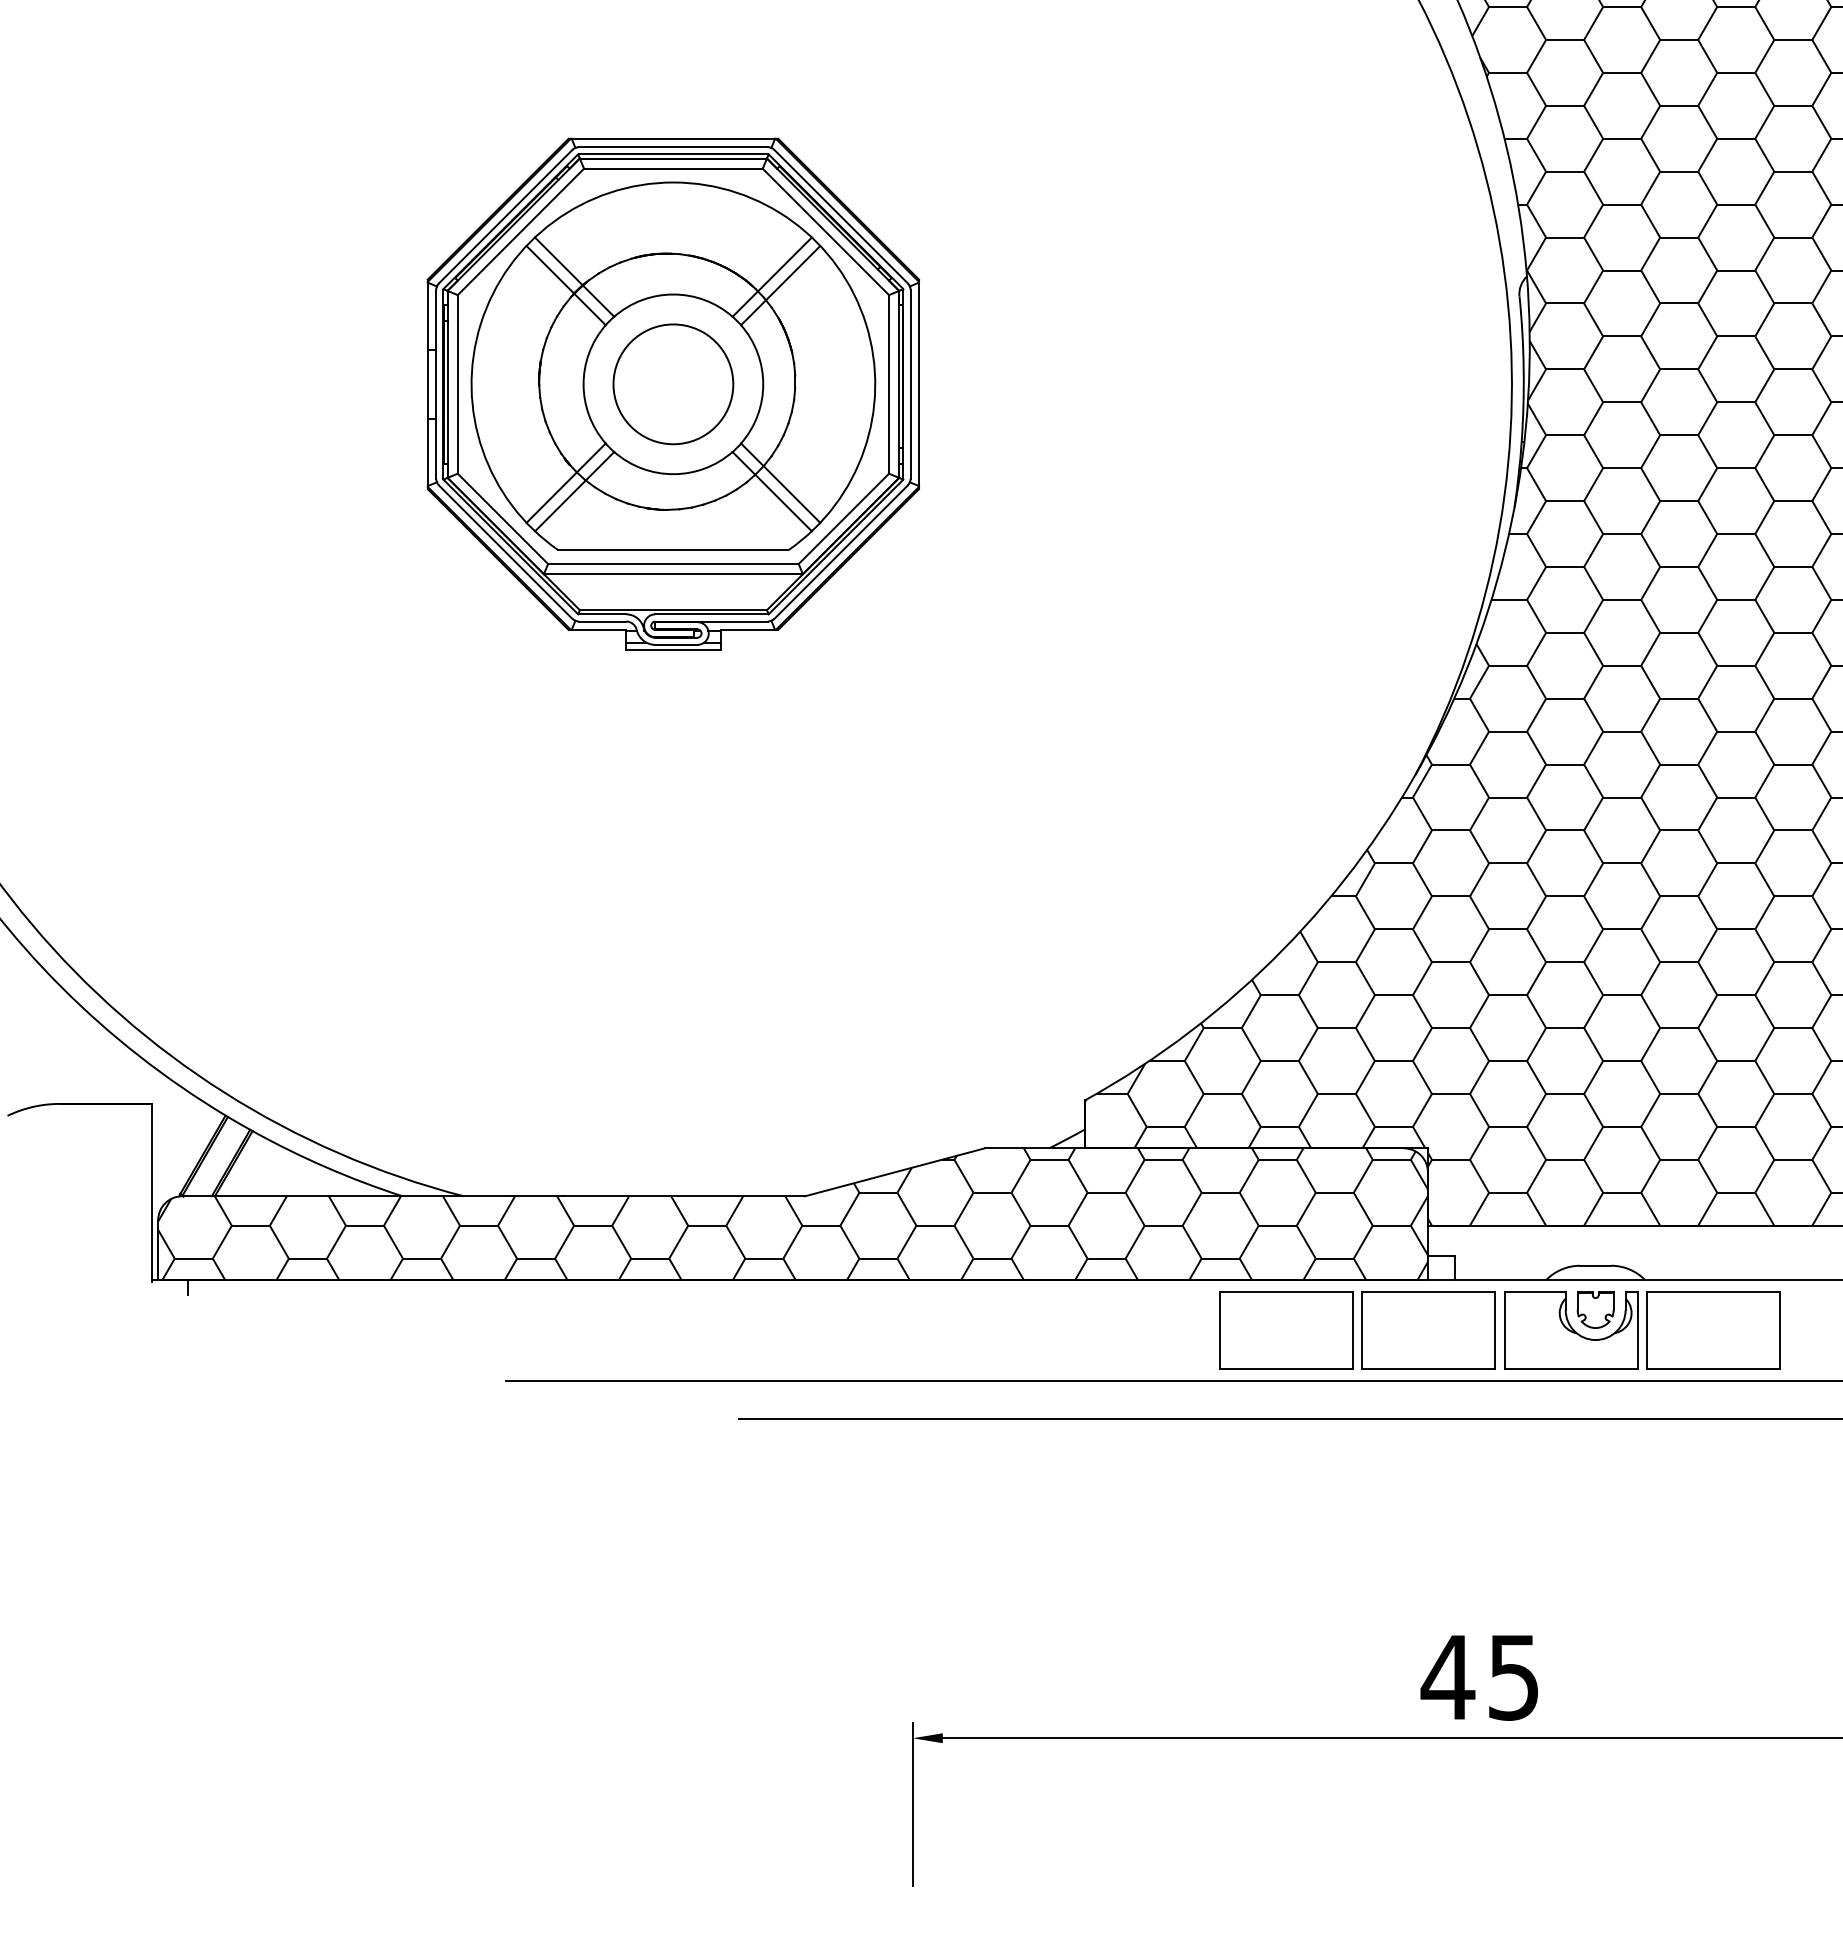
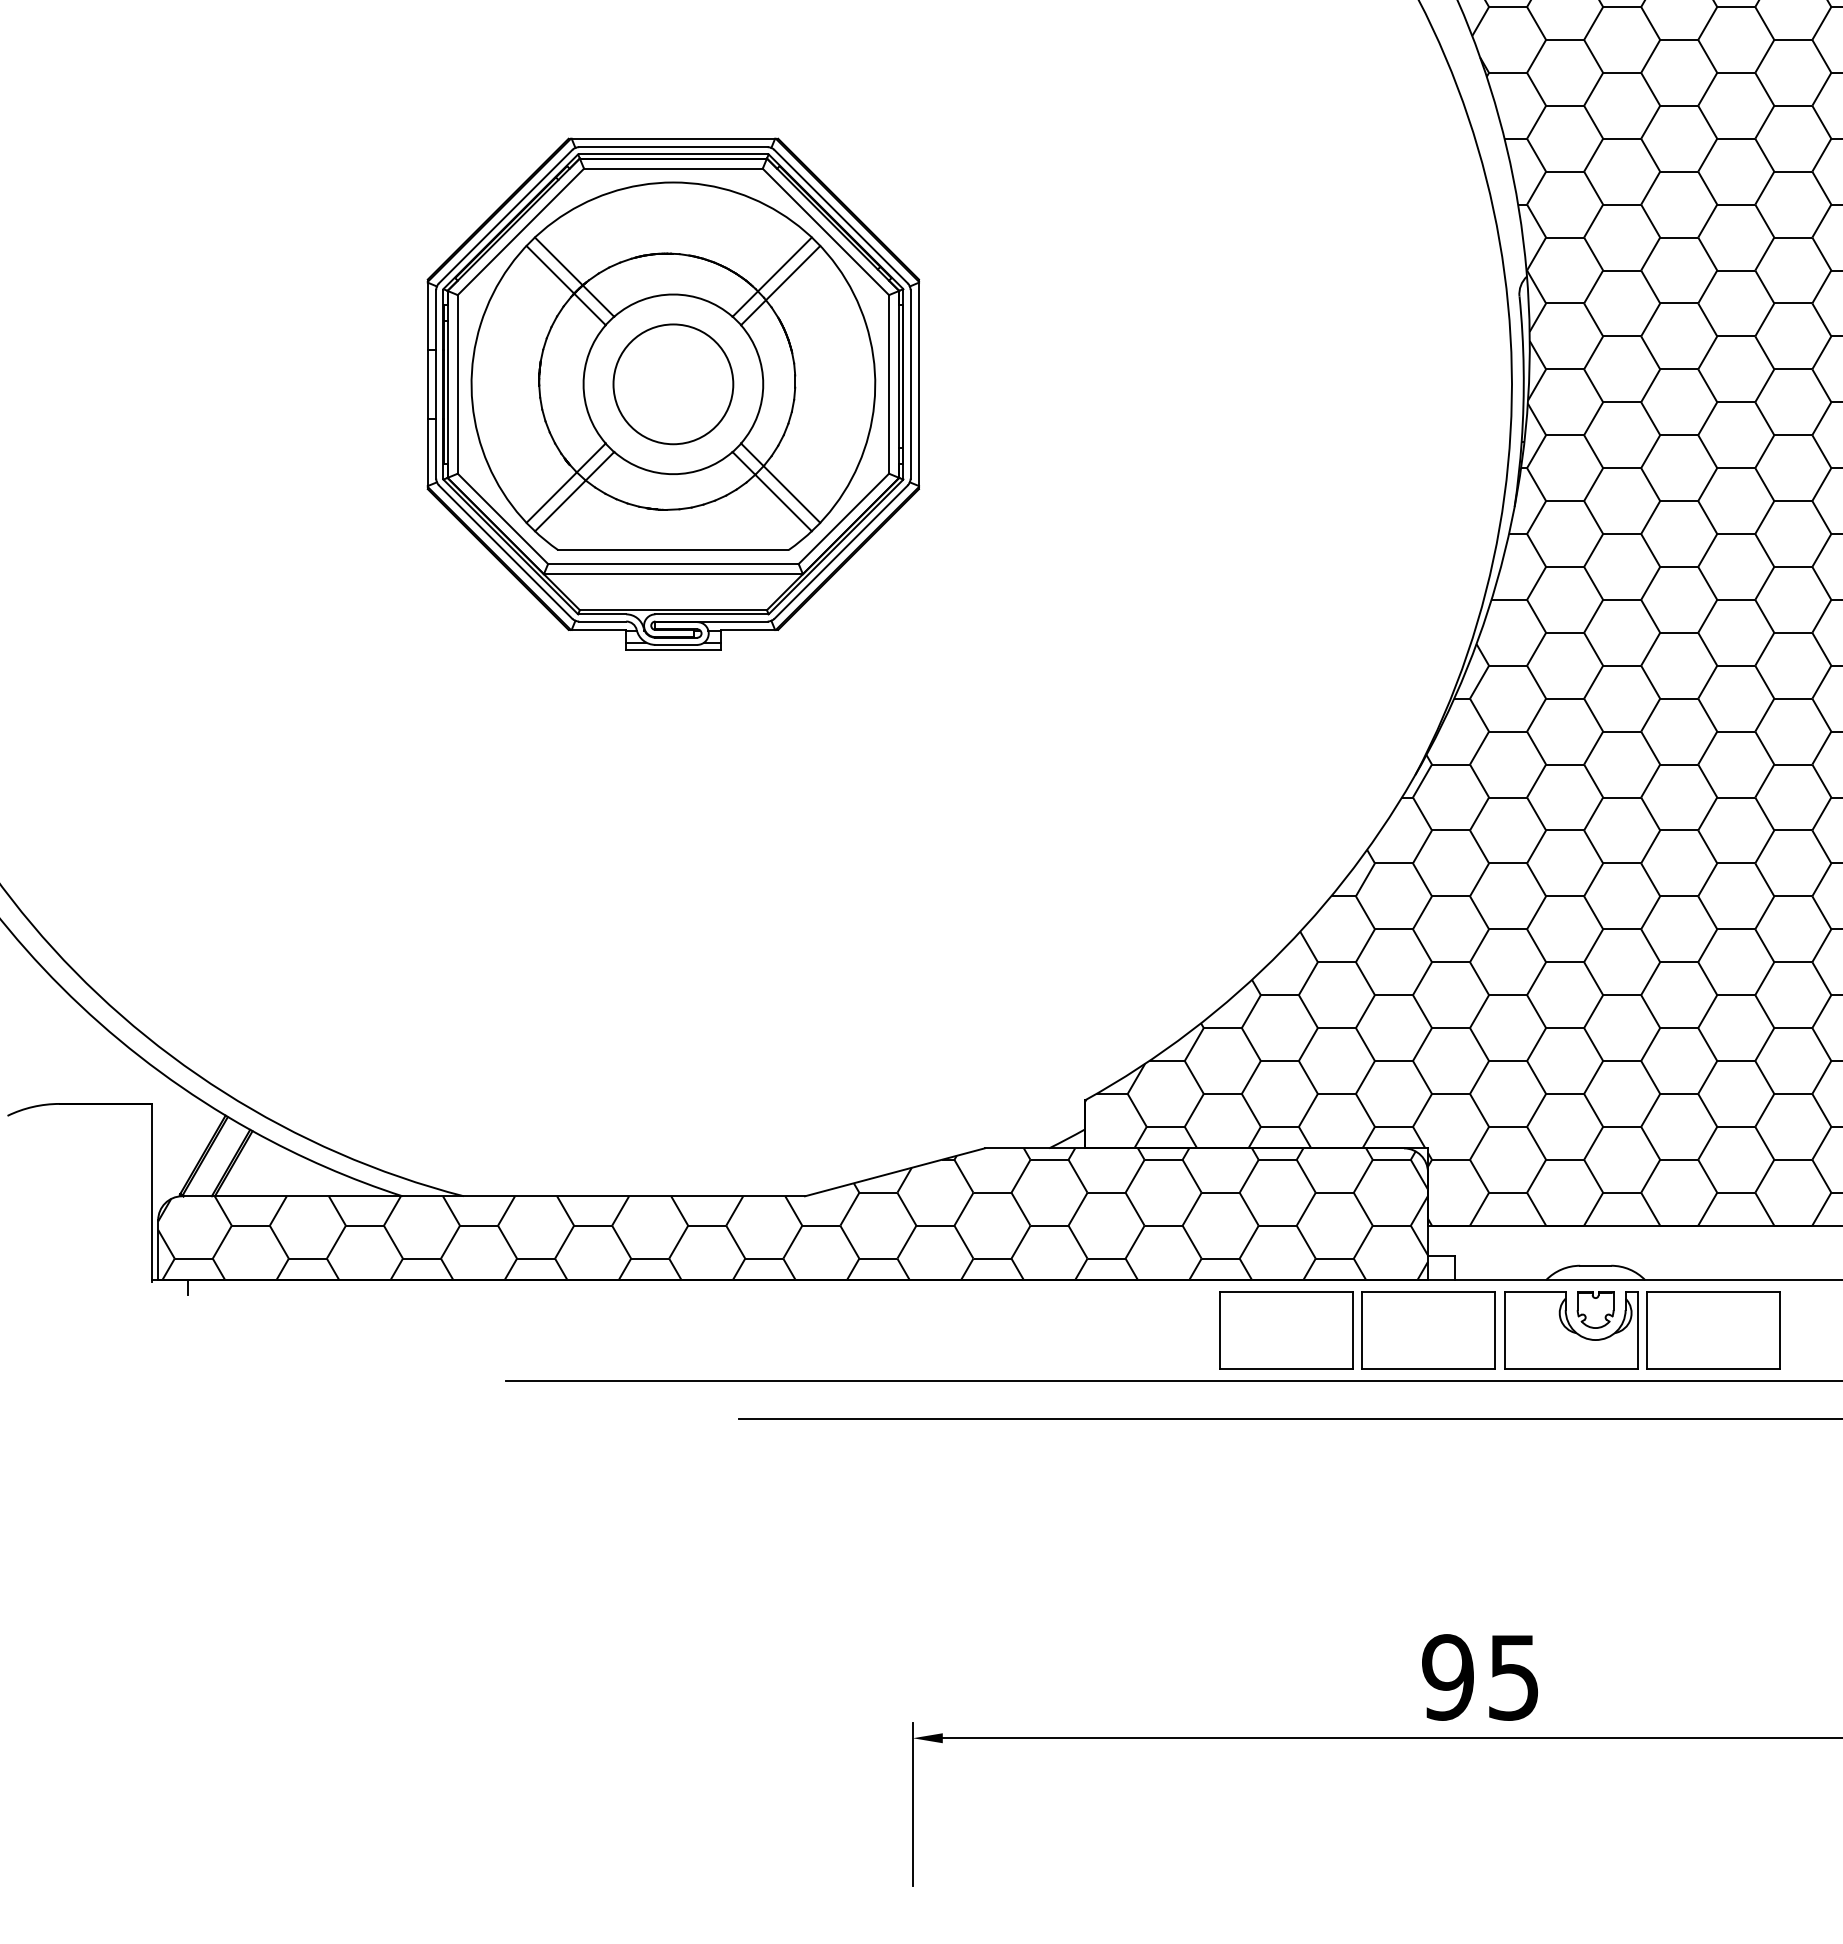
text at (1447, 1677): 45 -> 95
